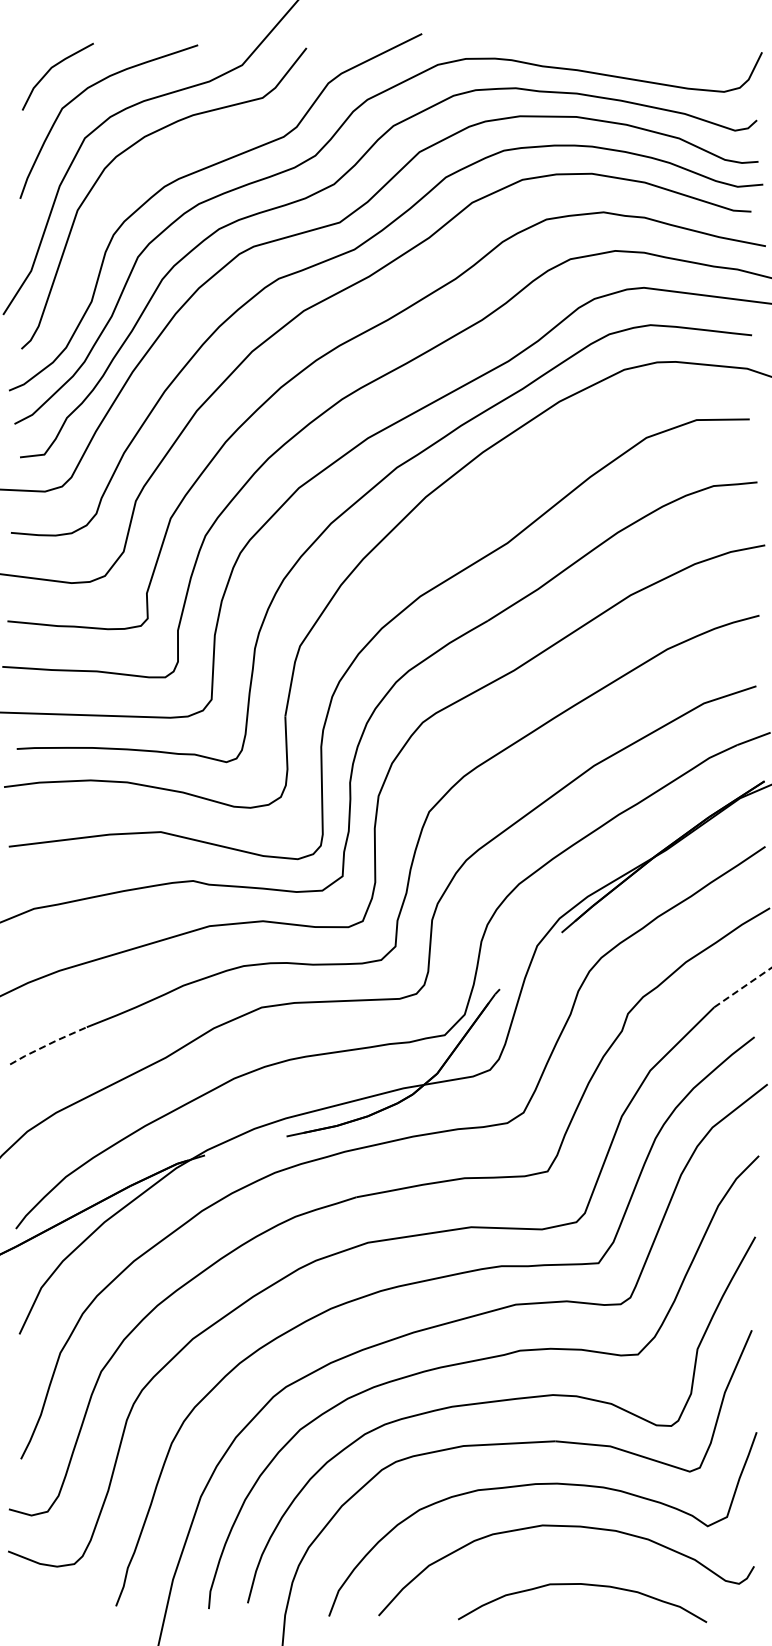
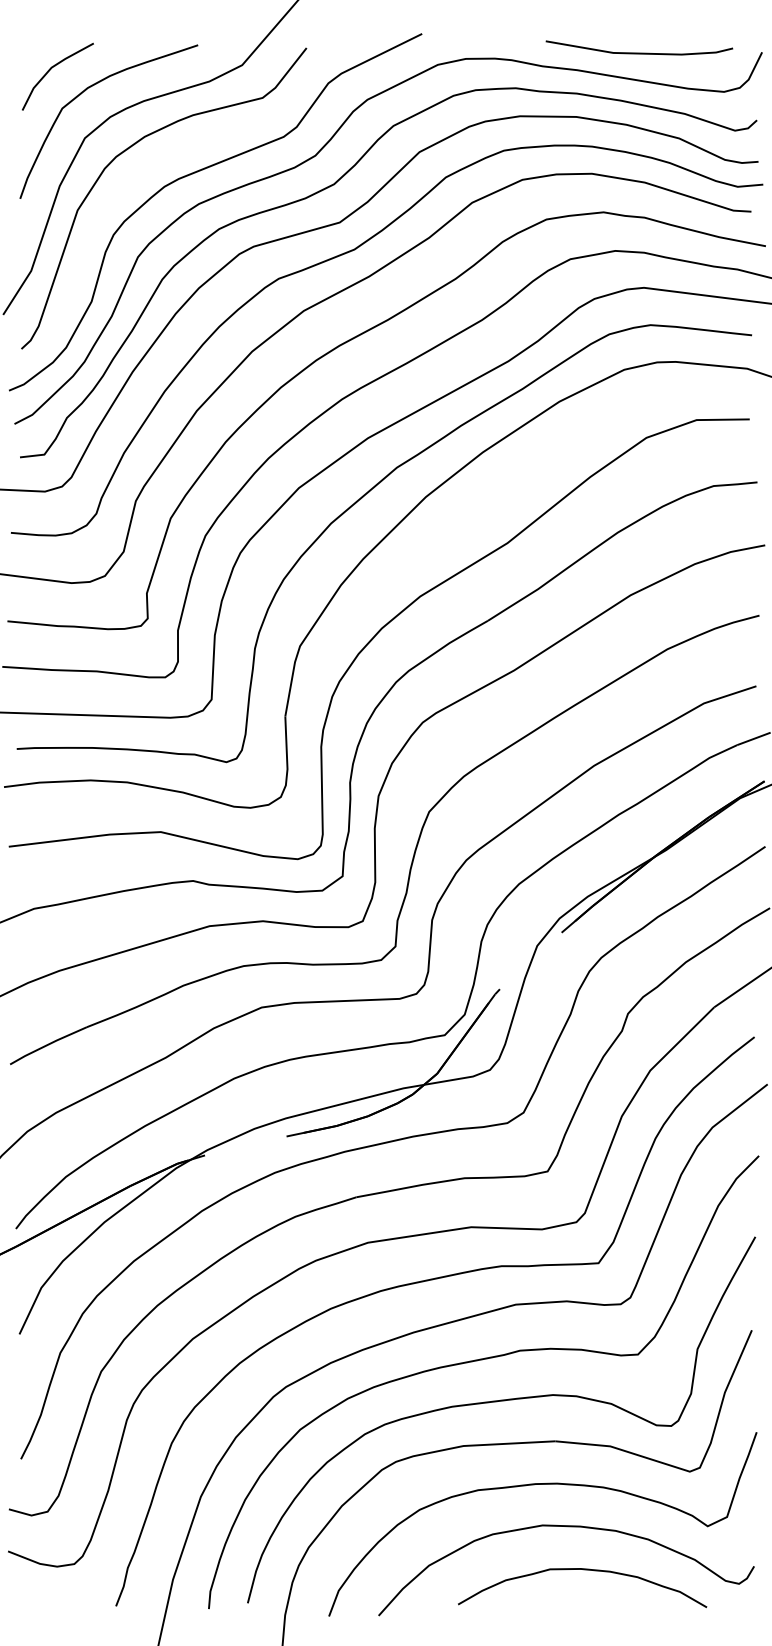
line at (639, 52): none -> present
line at (742, 987): dashed -> solid
line at (47, 1044): dashed -> solid
curve at (583, 1585) position: (583, 1585) -> (583, 1570)
